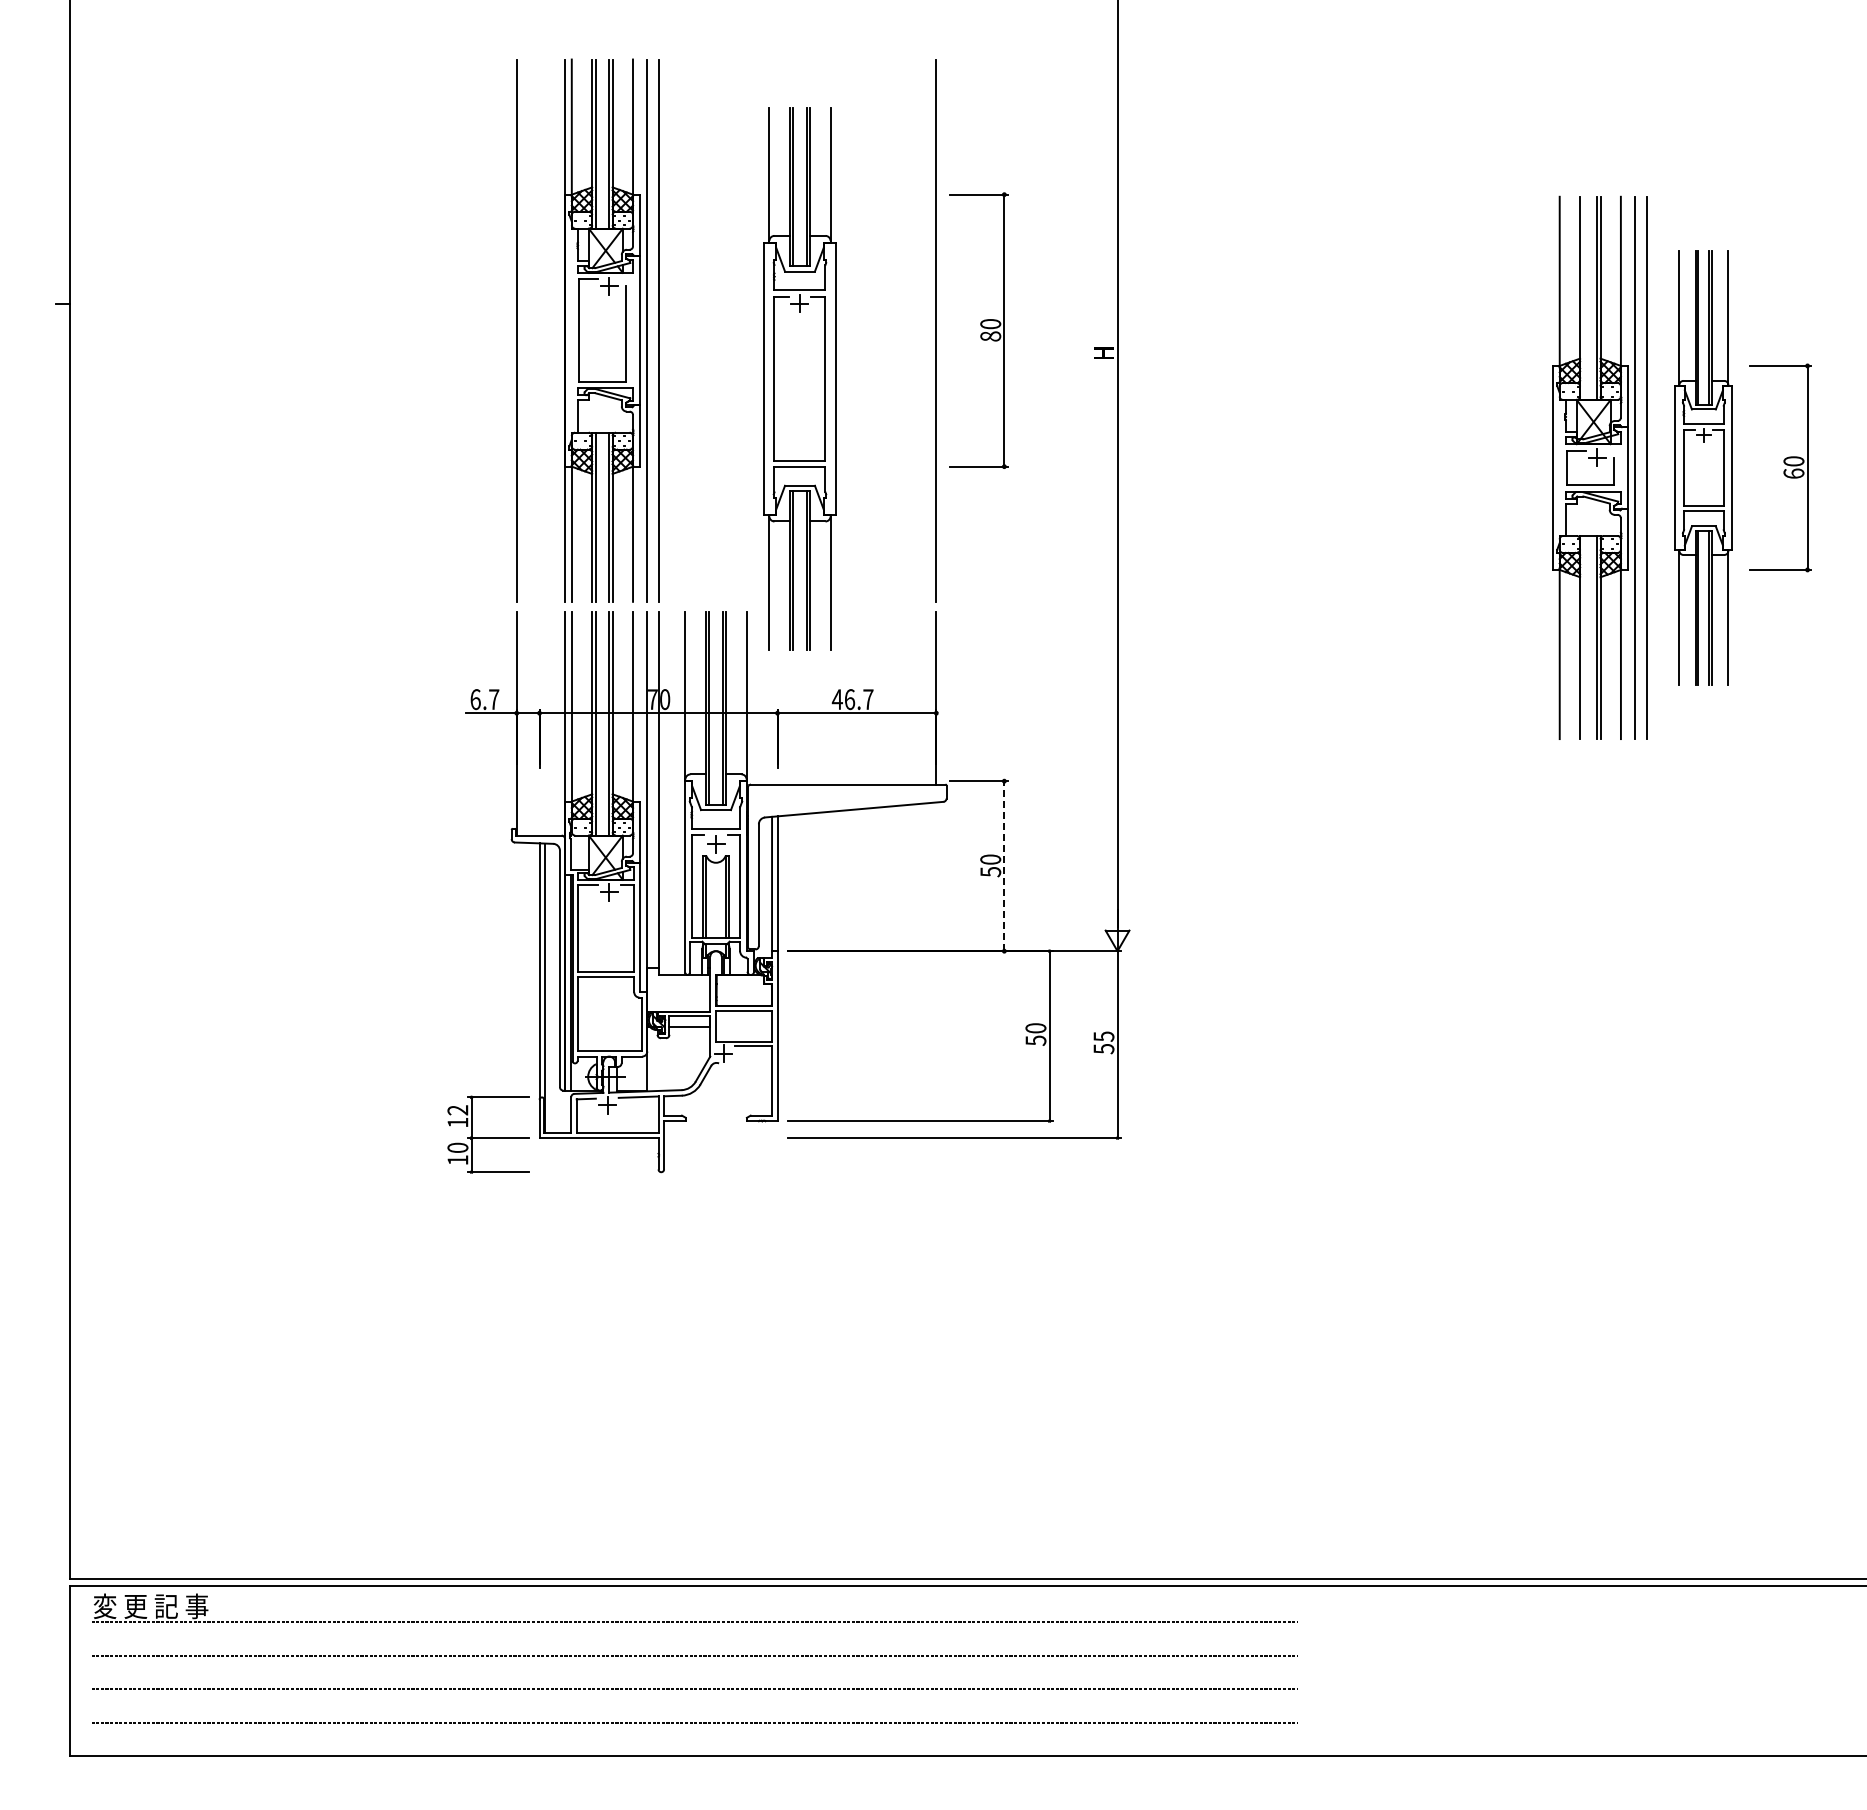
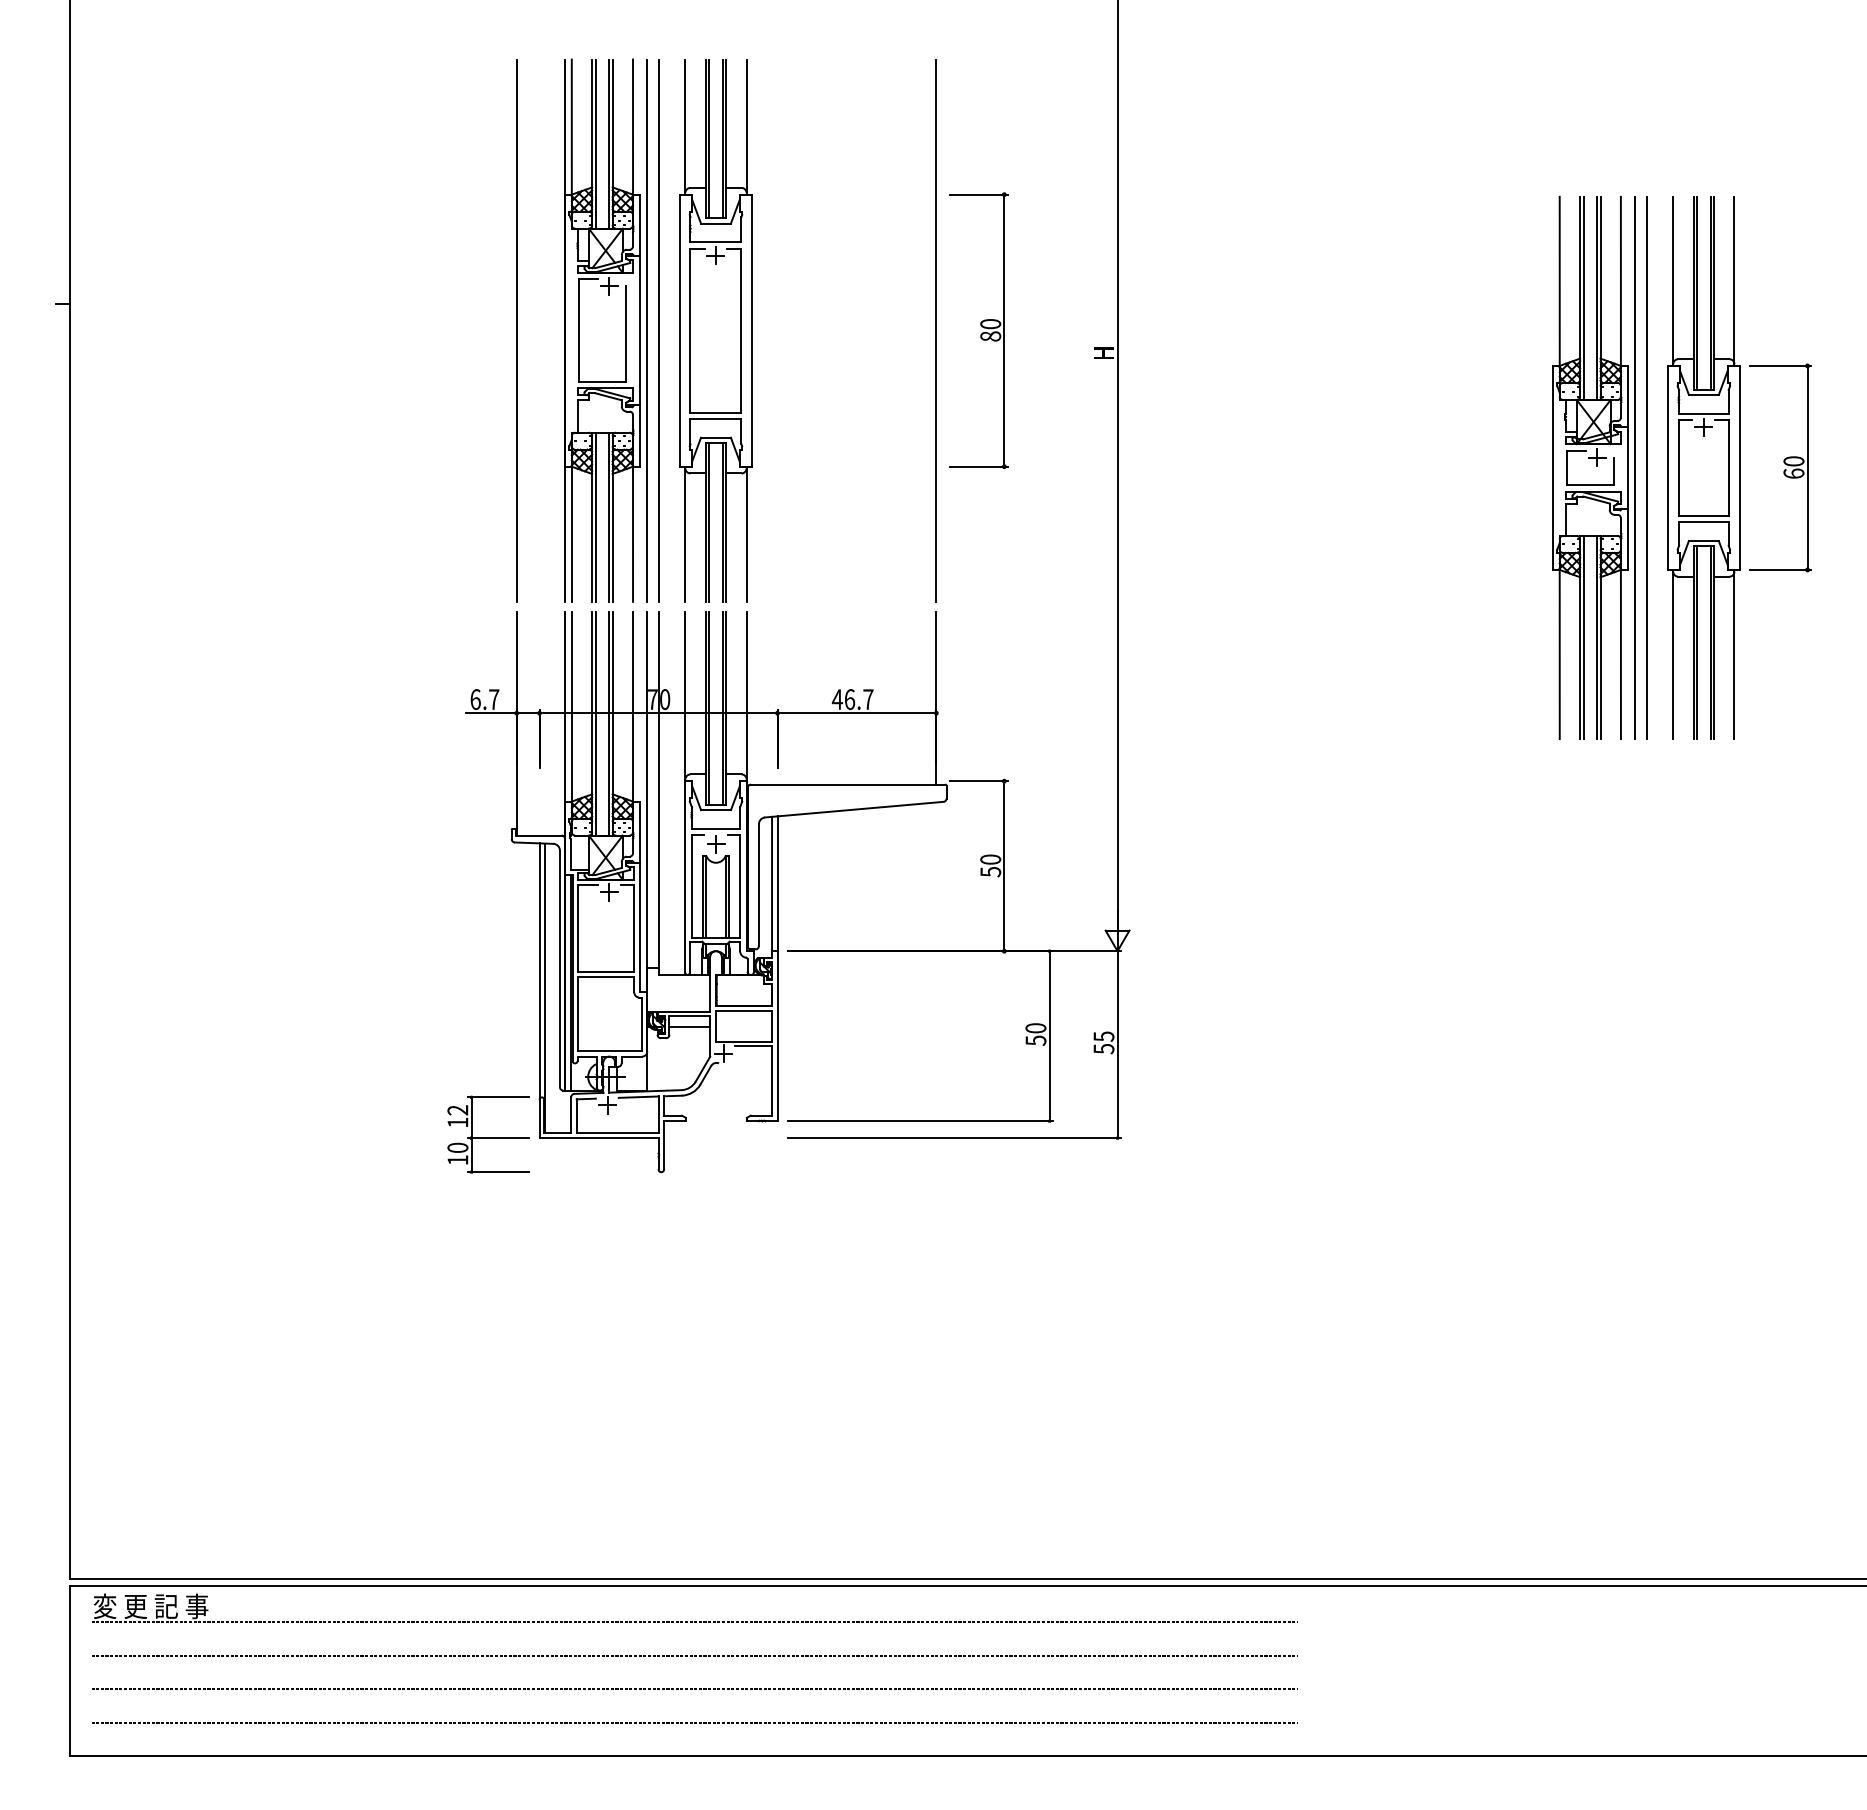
line at (1583, 297): none -> present
part at (799, 378) position: (799, 378) -> (715, 330)
part at (1703, 467) size: 59x436 px -> 74x544 px
line at (1583, 637): none -> present
line at (1004, 865): dashed -> solid
